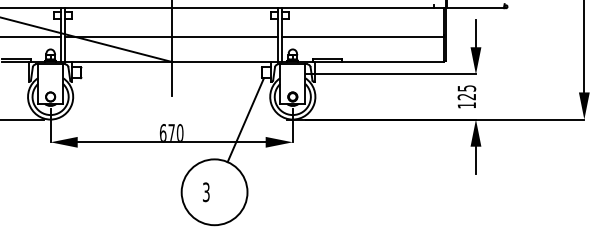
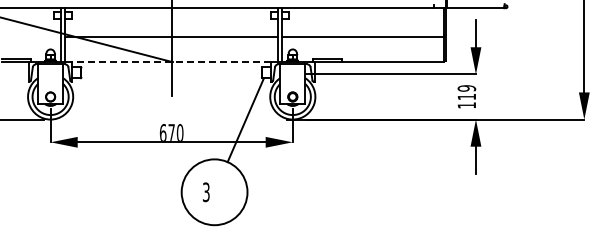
line at (31, 36): present -> none
line at (171, 61): solid -> dashed
text at (466, 92): 125 -> 119
